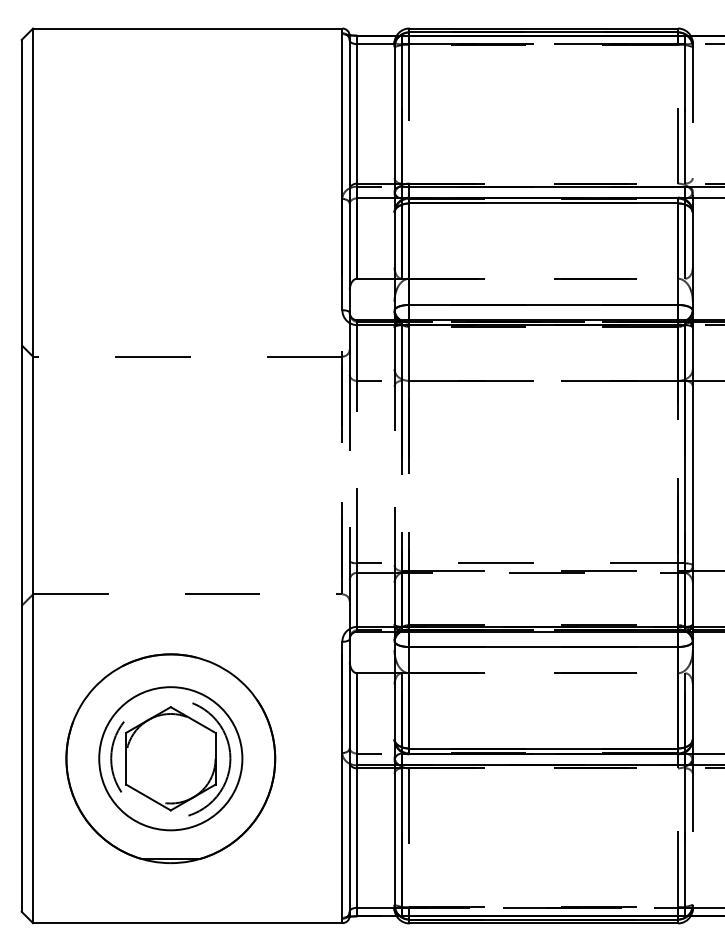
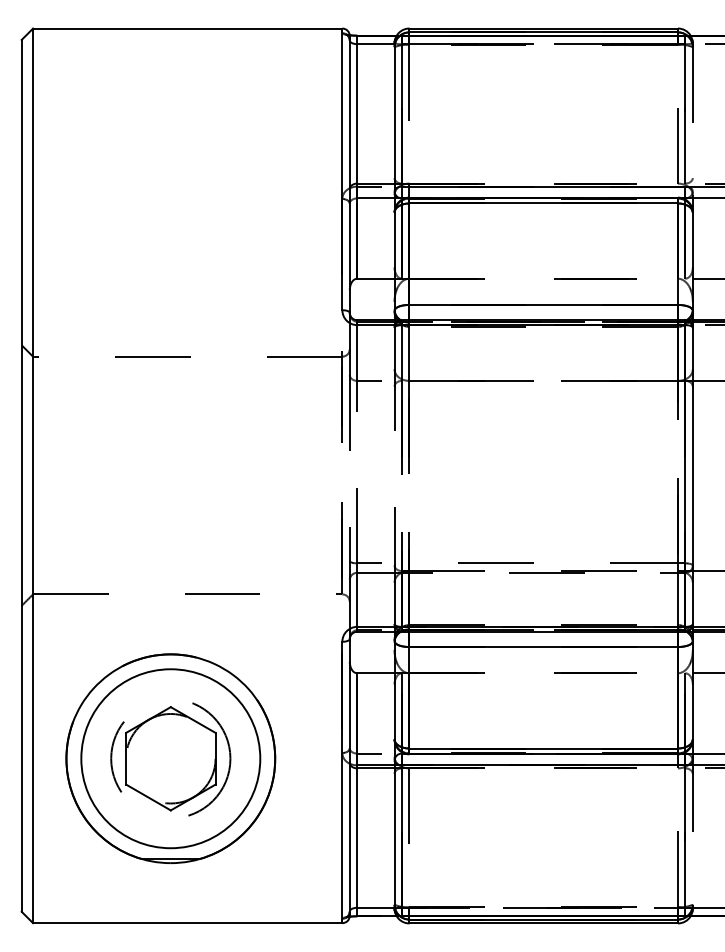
line at (706, 278): none -> present
line at (706, 673): none -> present
circle at (170, 758) diameter: 143 px -> 179 px
